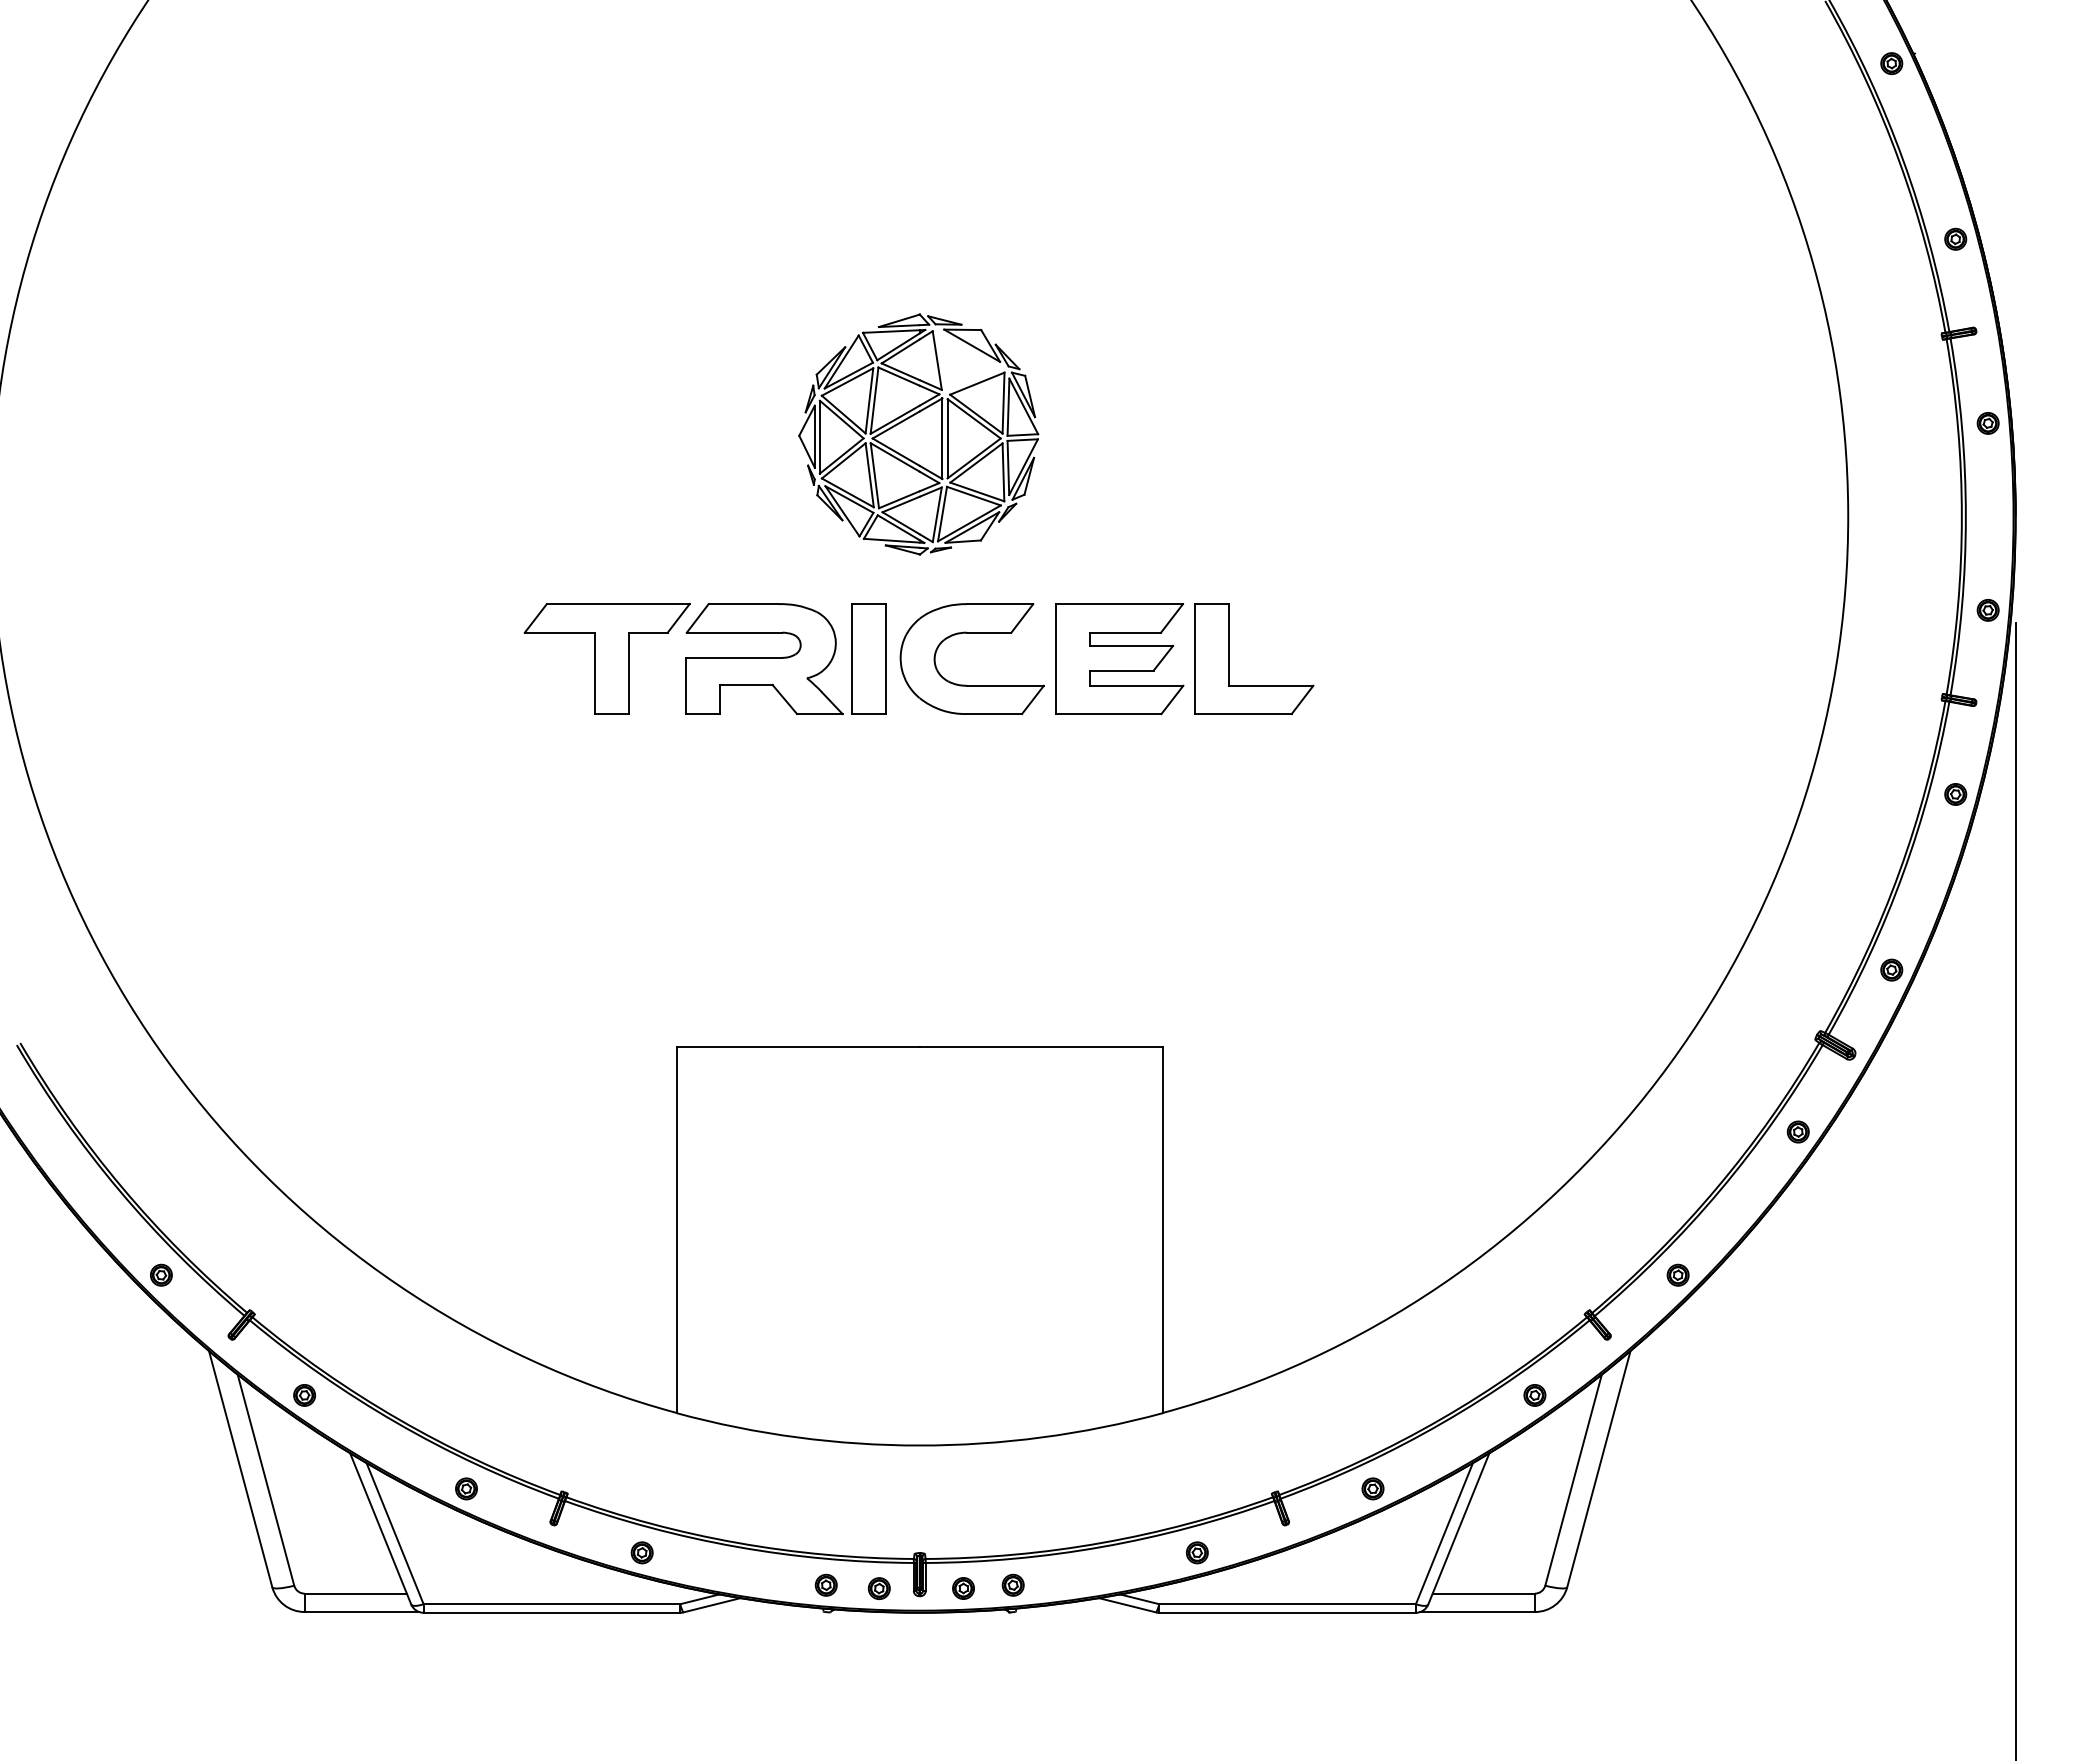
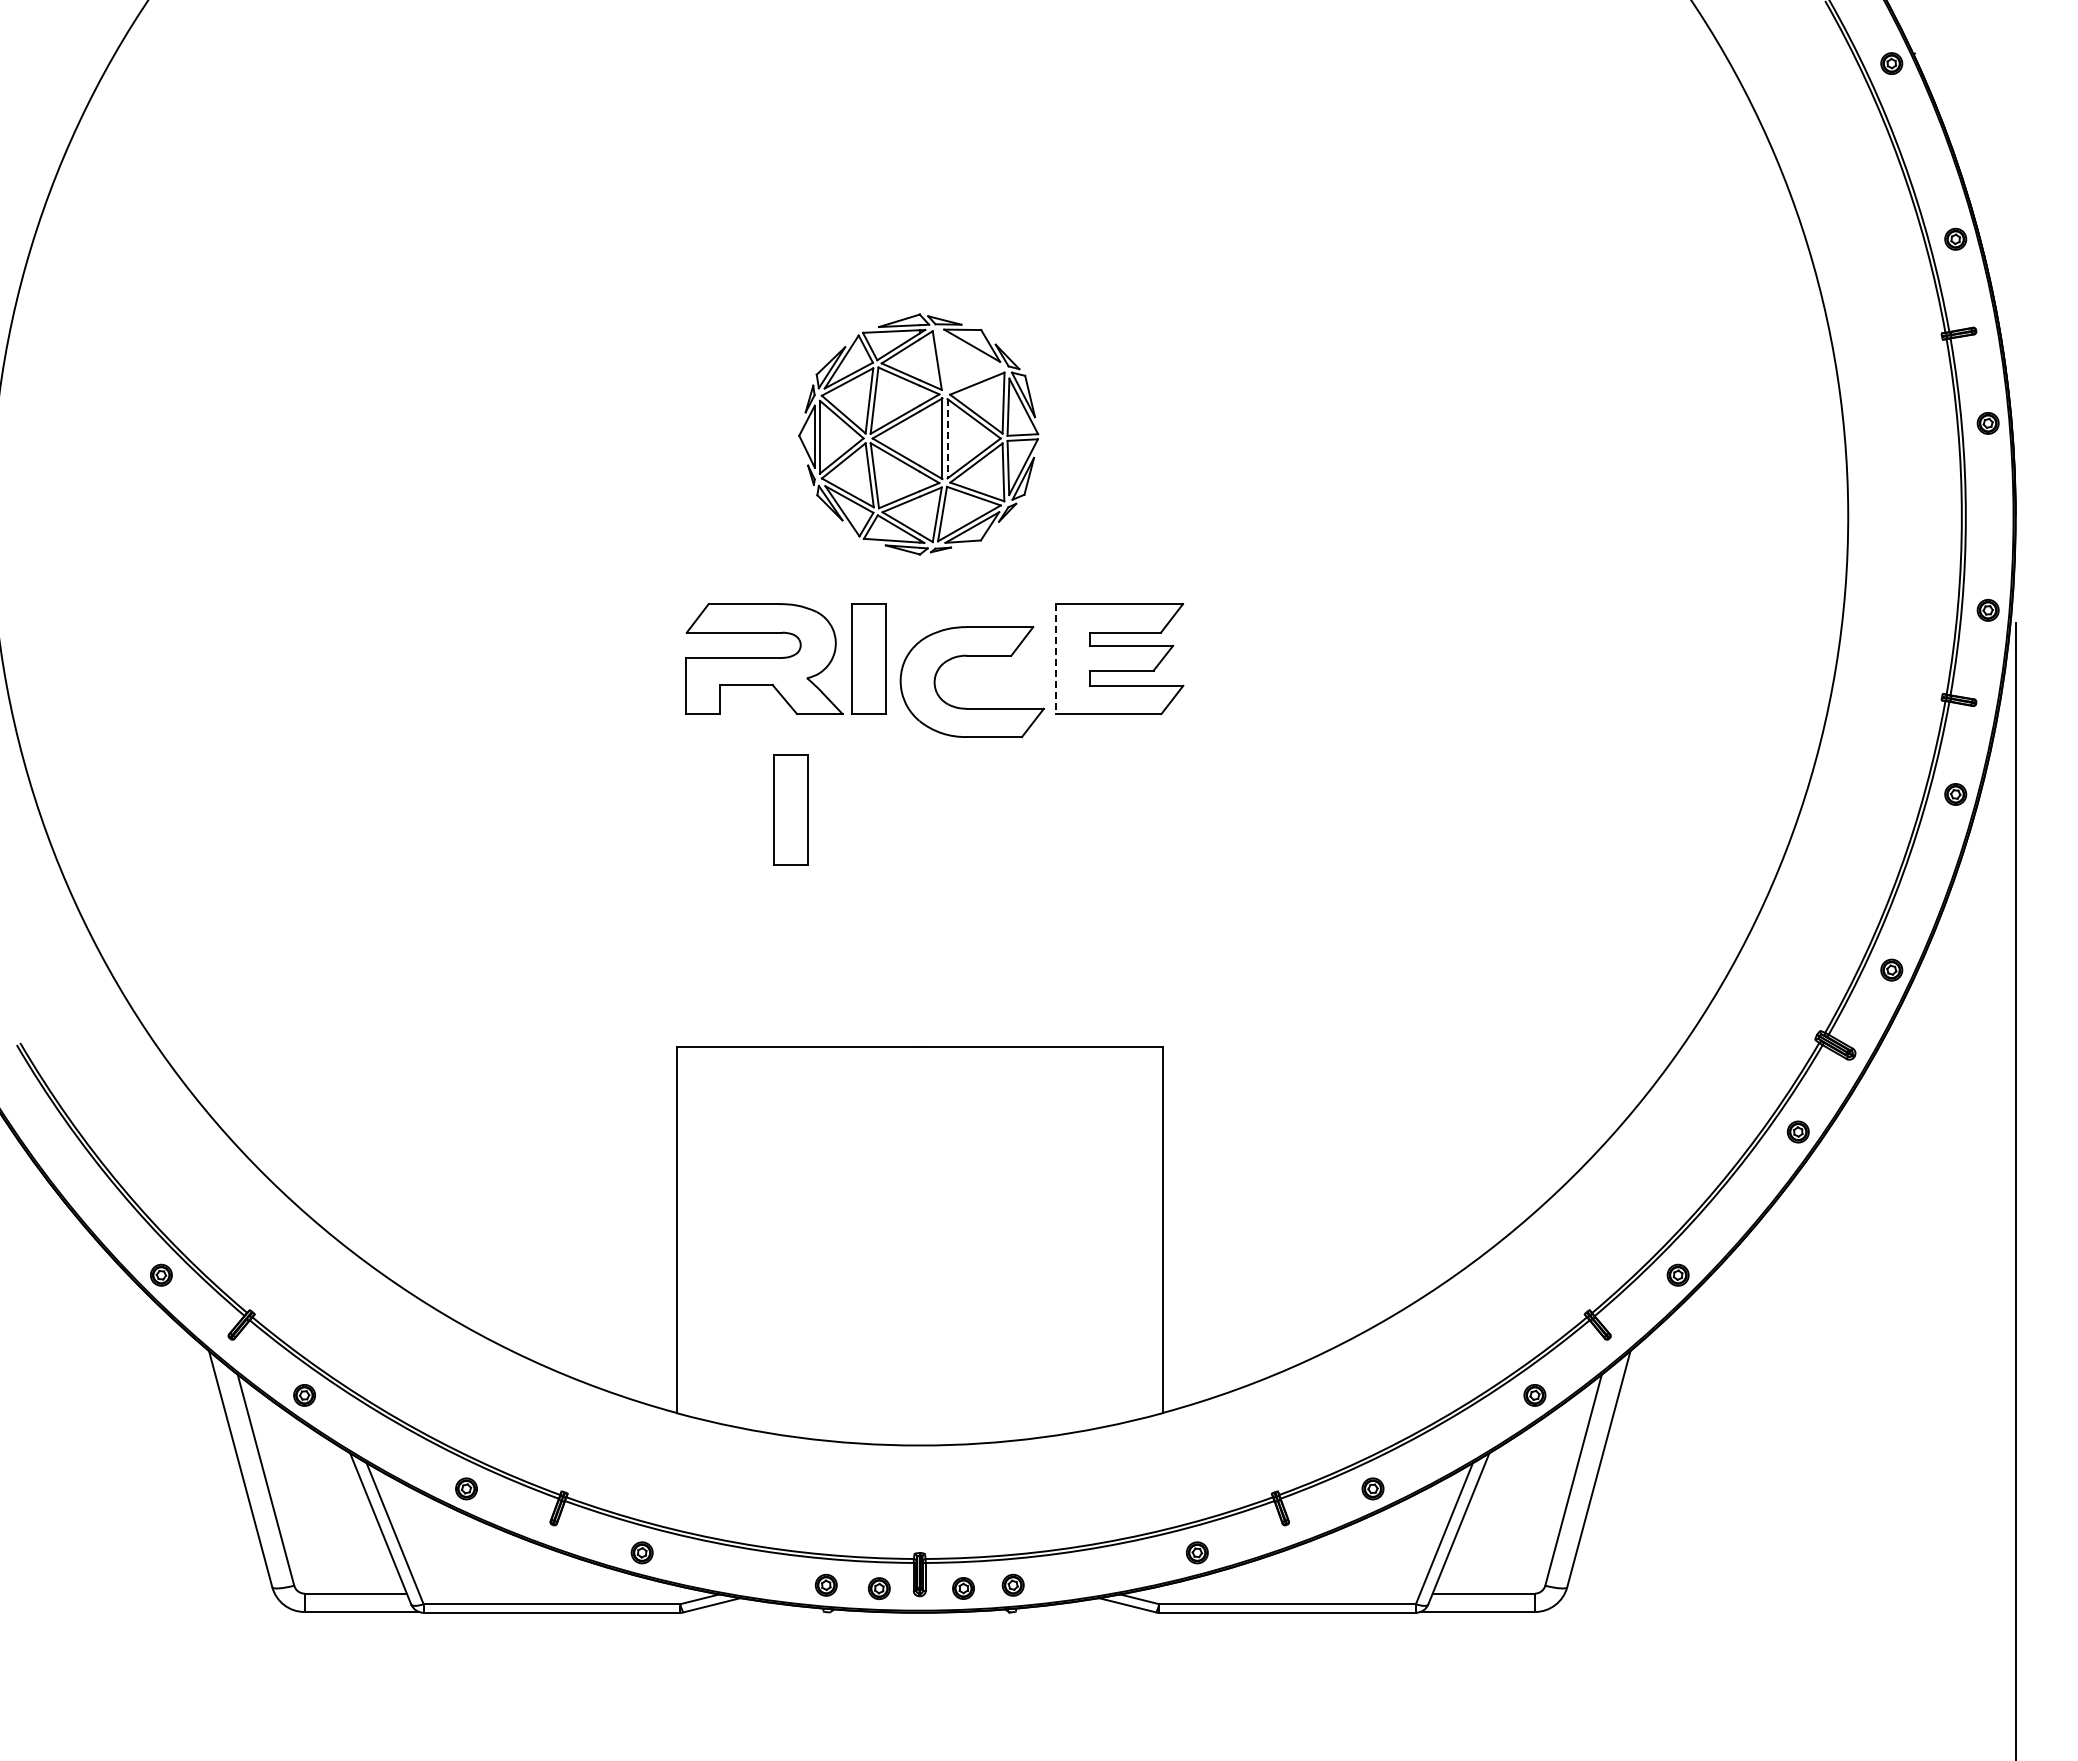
line at (947, 438): solid -> dashed
part at (971, 633) position: (971, 633) -> (971, 656)
part at (606, 658): present -> none
part at (1229, 658): present -> none
line at (1055, 659): solid -> dashed
part at (790, 809): none -> present
